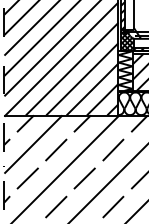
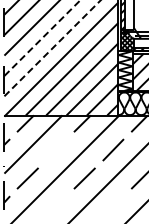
line at (42, 38): solid -> dashed
line at (53, 47): solid -> dashed
line at (56, 149): present -> none
line at (56, 206): present -> none
line at (113, 206): present -> none
